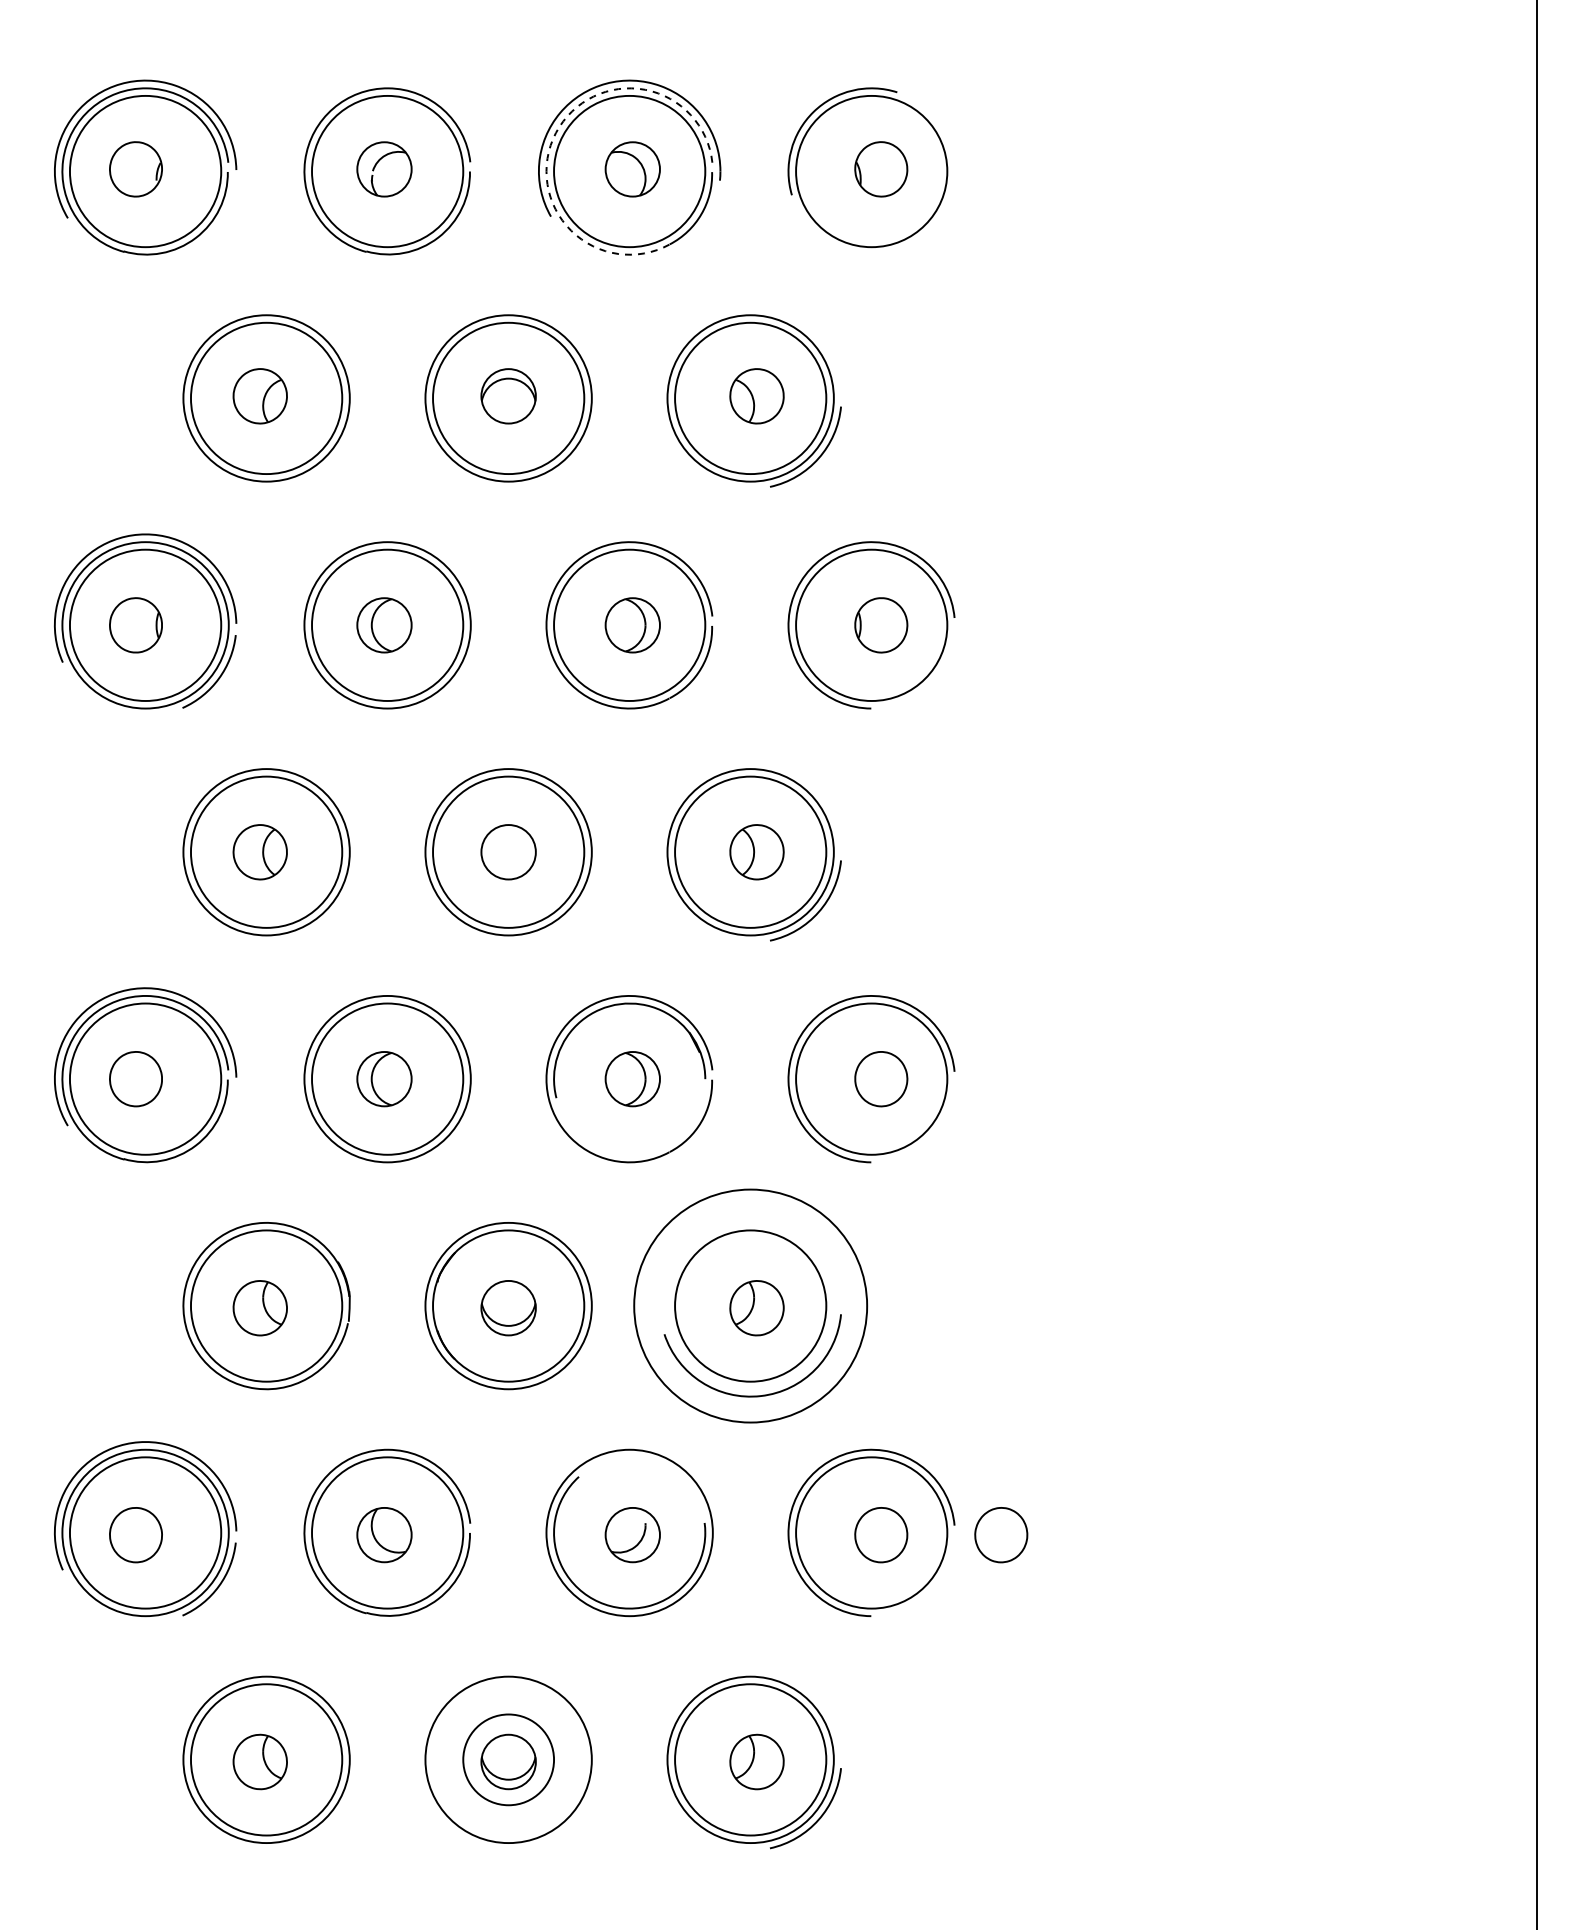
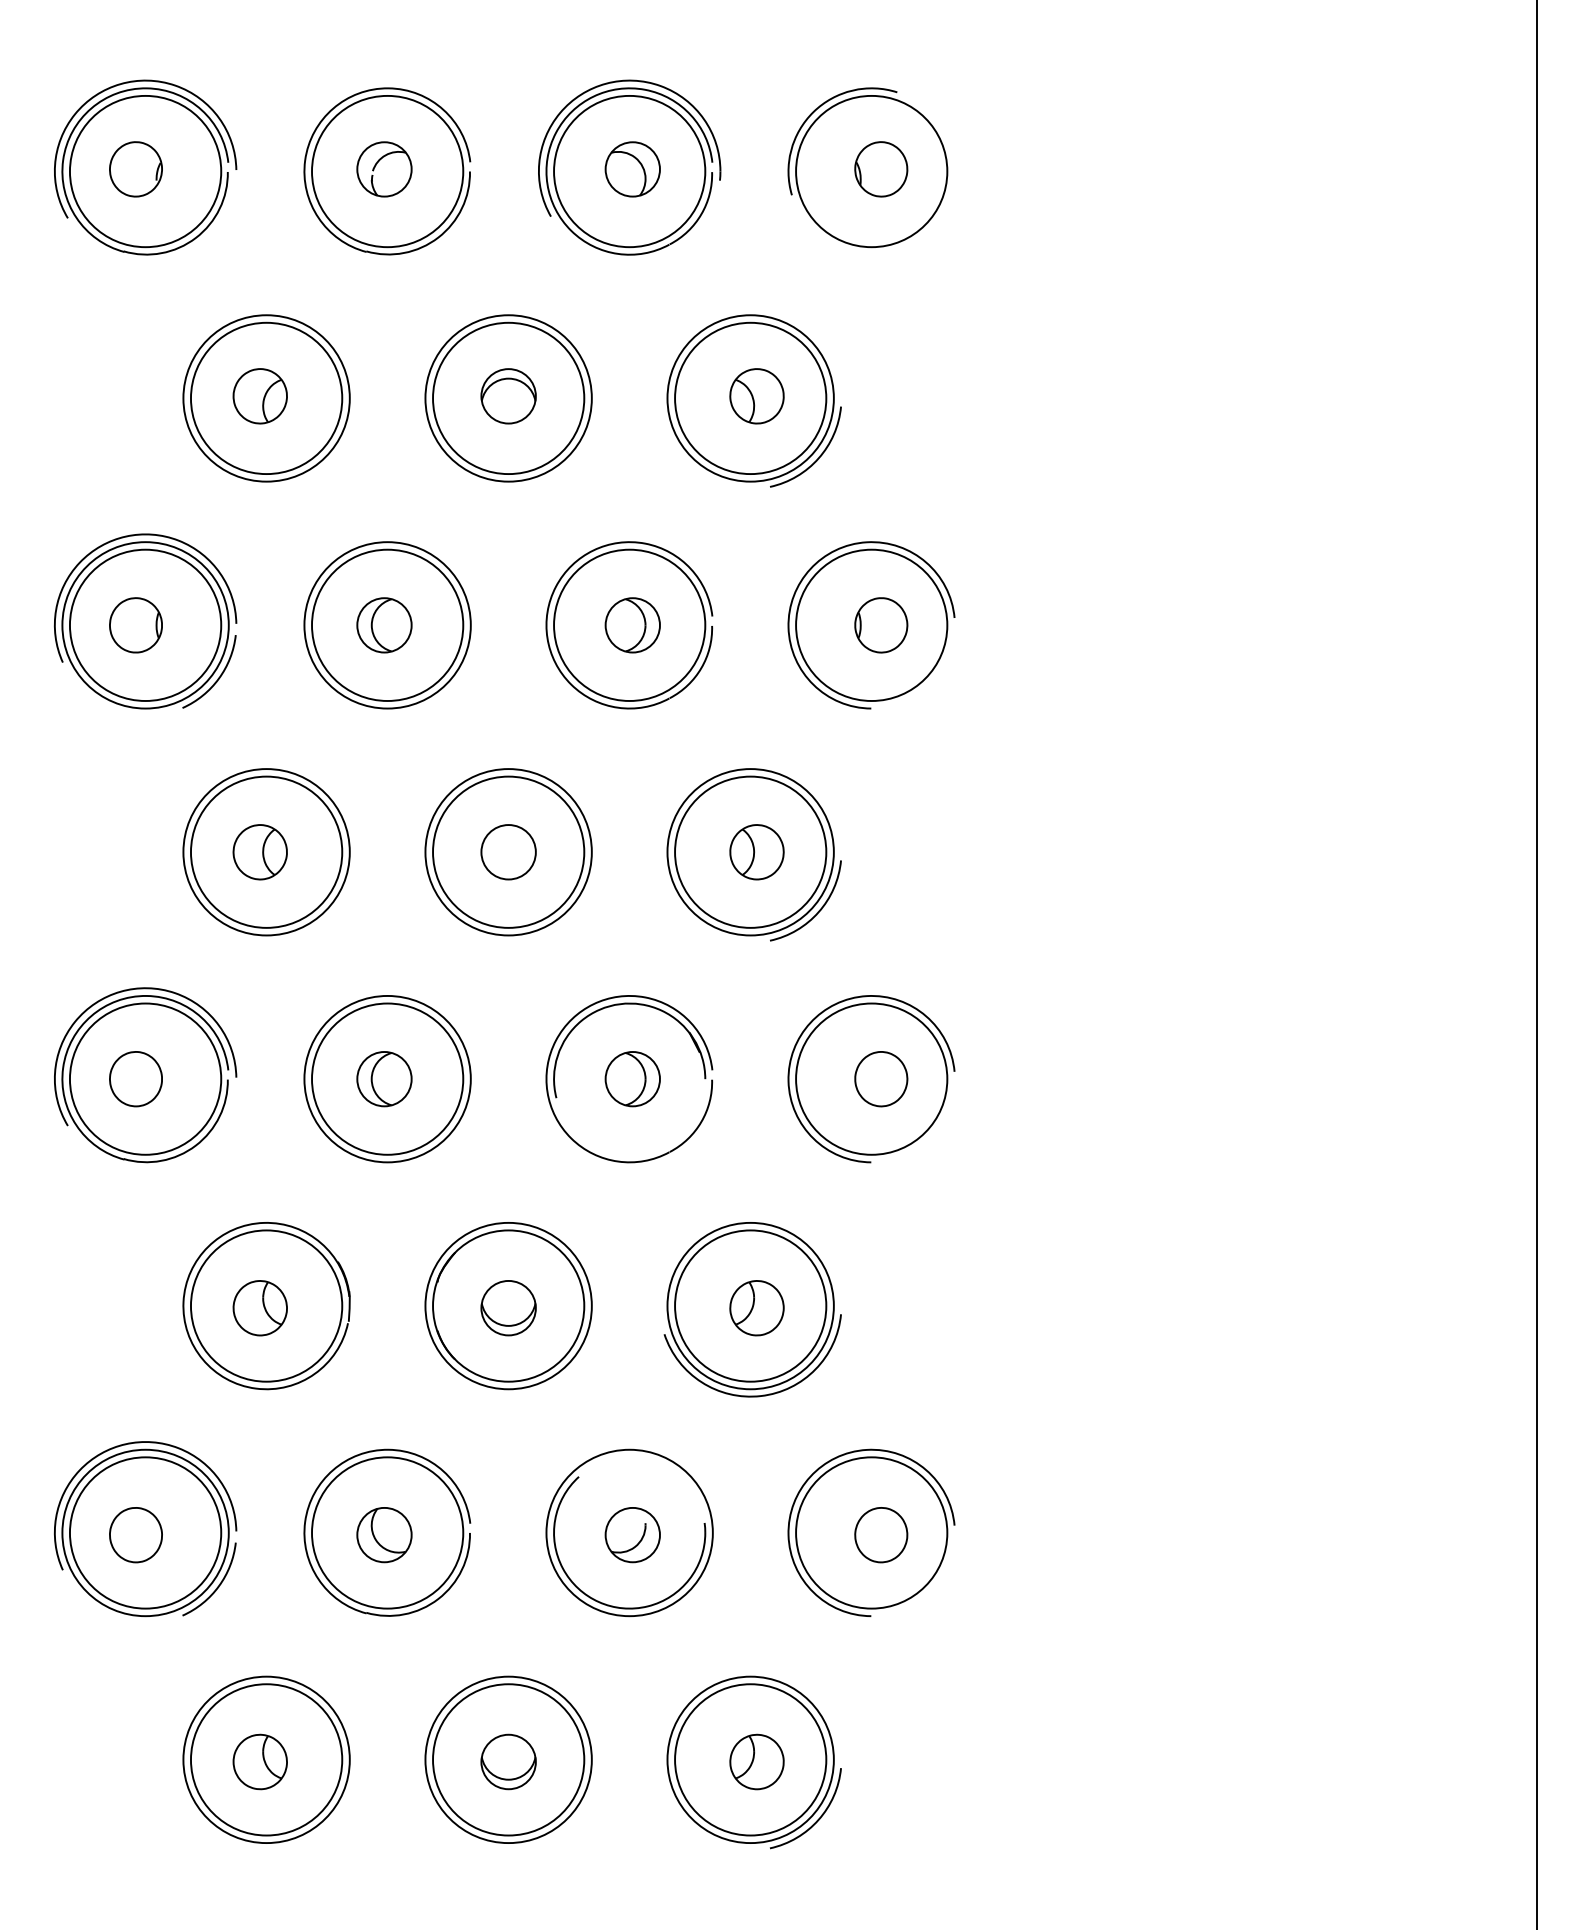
arc at (555, 132): dashed -> solid
circle at (750, 1305) diameter: 233 px -> 166 px
part at (1001, 1535): present -> none
circle at (508, 1759) diameter: 91 px -> 151 px
